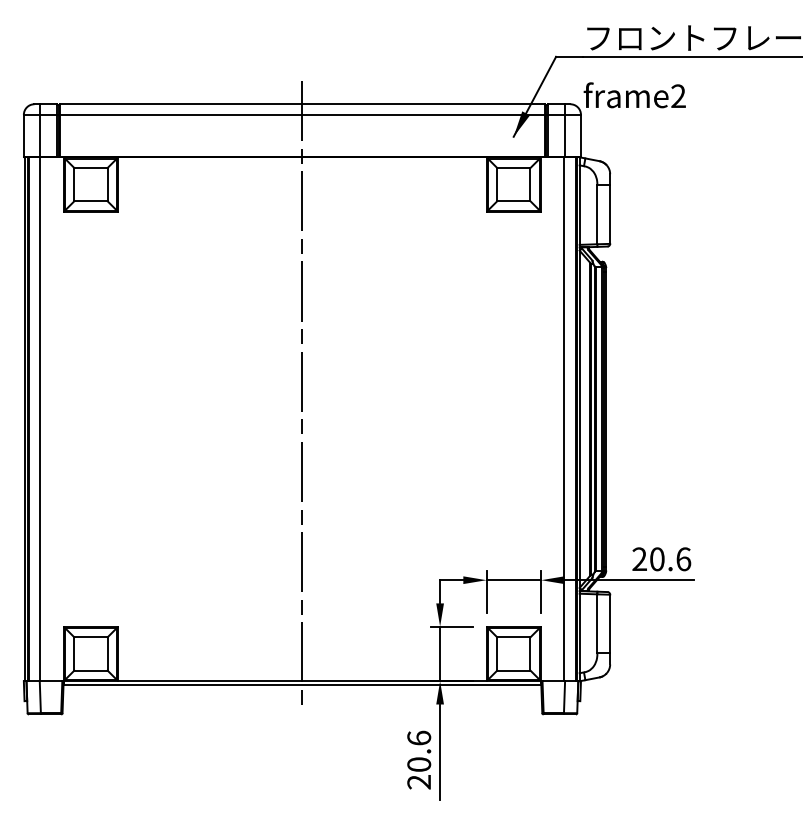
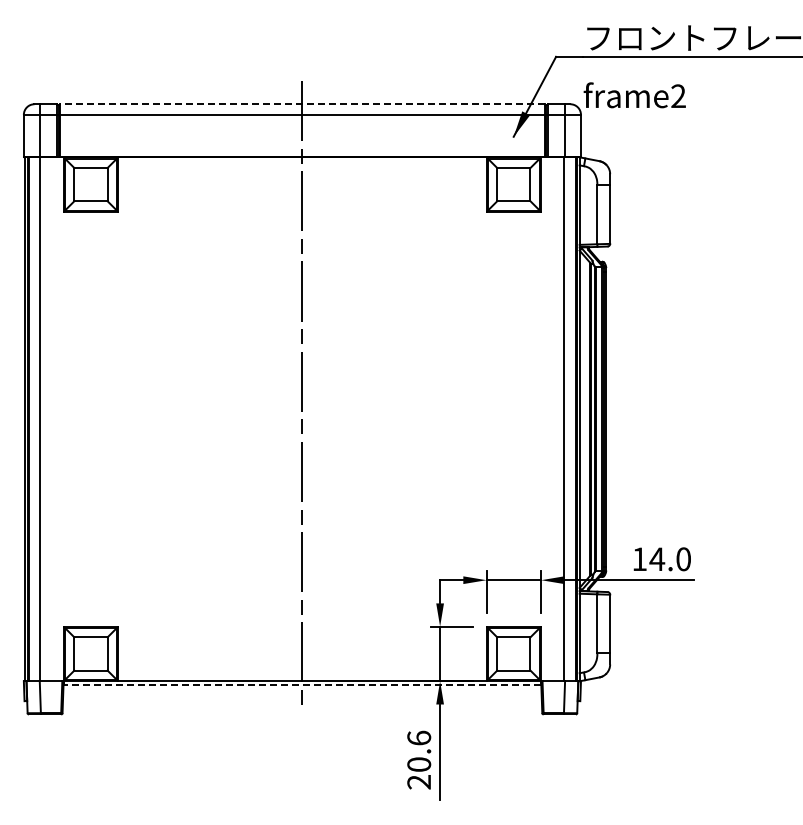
line at (302, 104): solid -> dashed
text at (661, 559): 20.6 -> 14.0
line at (301, 685): solid -> dashed
